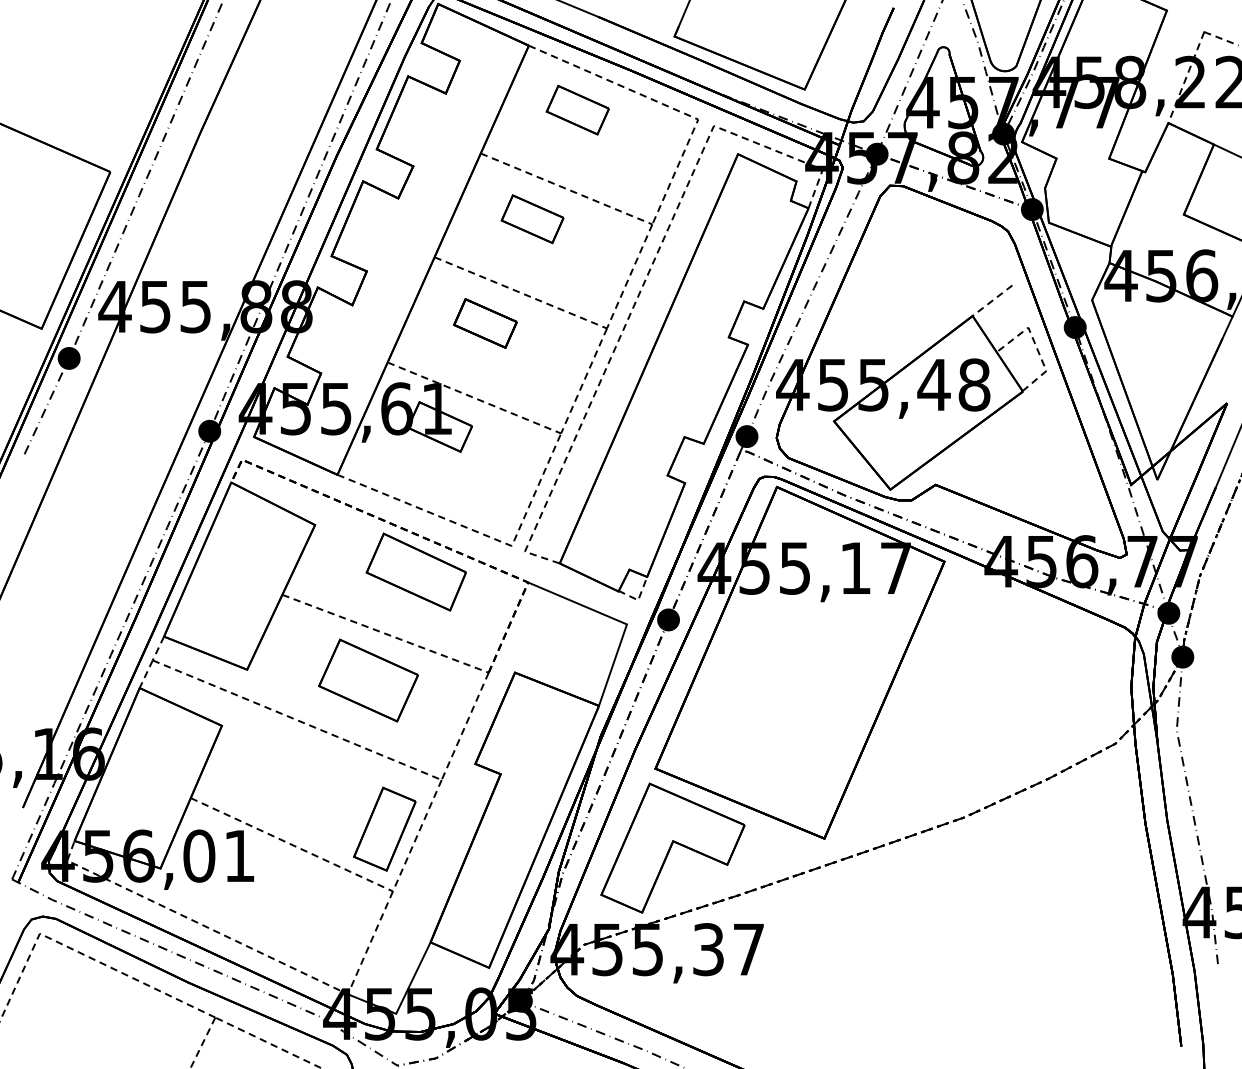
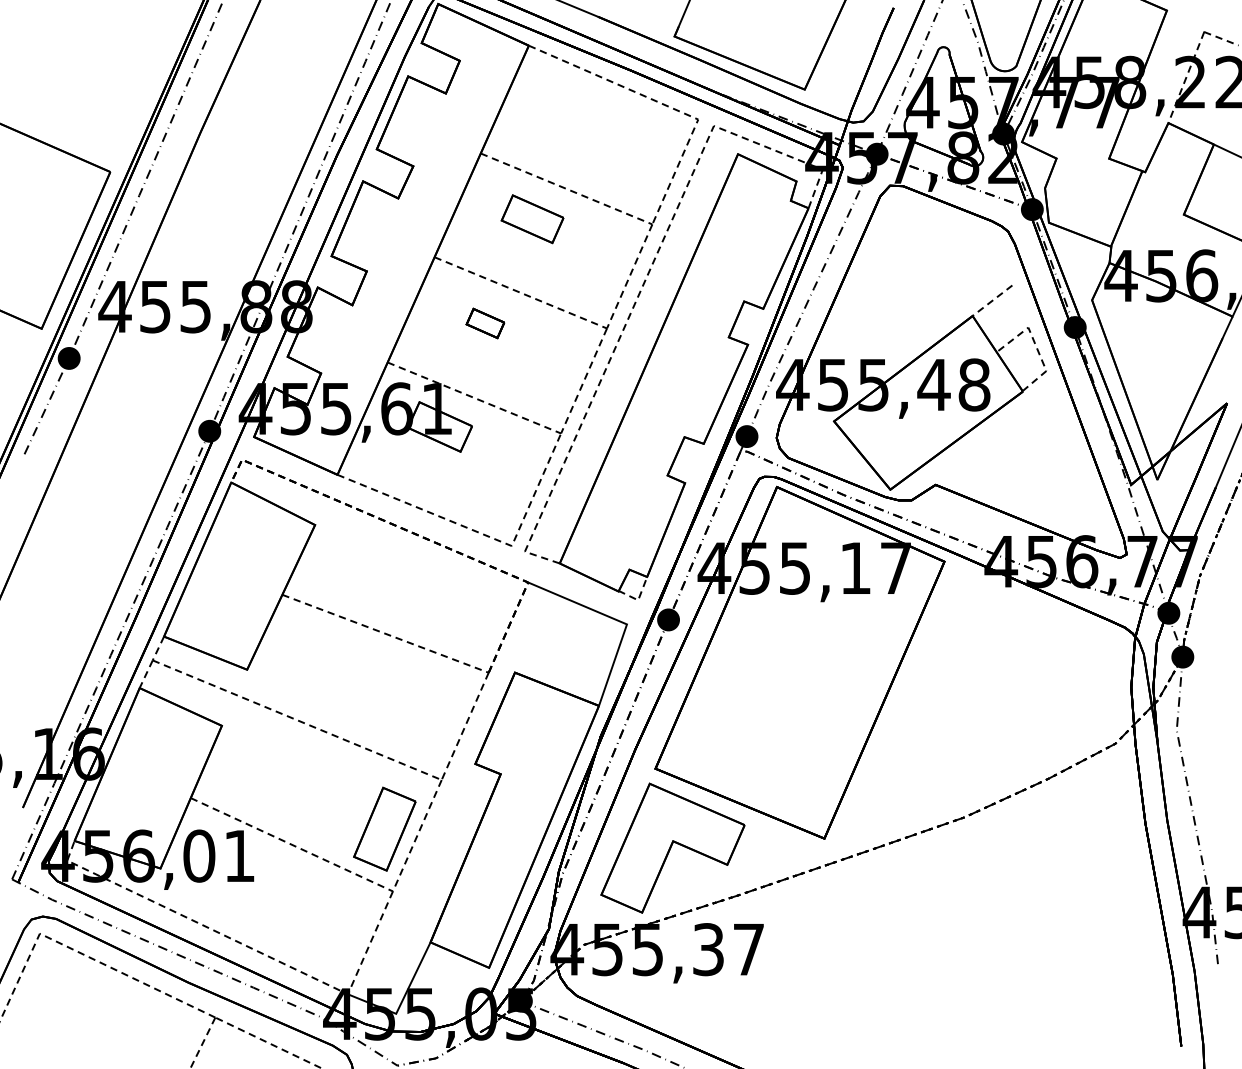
part at (577, 109): present -> none
part at (485, 323) size: 65x51 px -> 41x33 px
part at (415, 571): present -> none
part at (368, 680): present -> none
